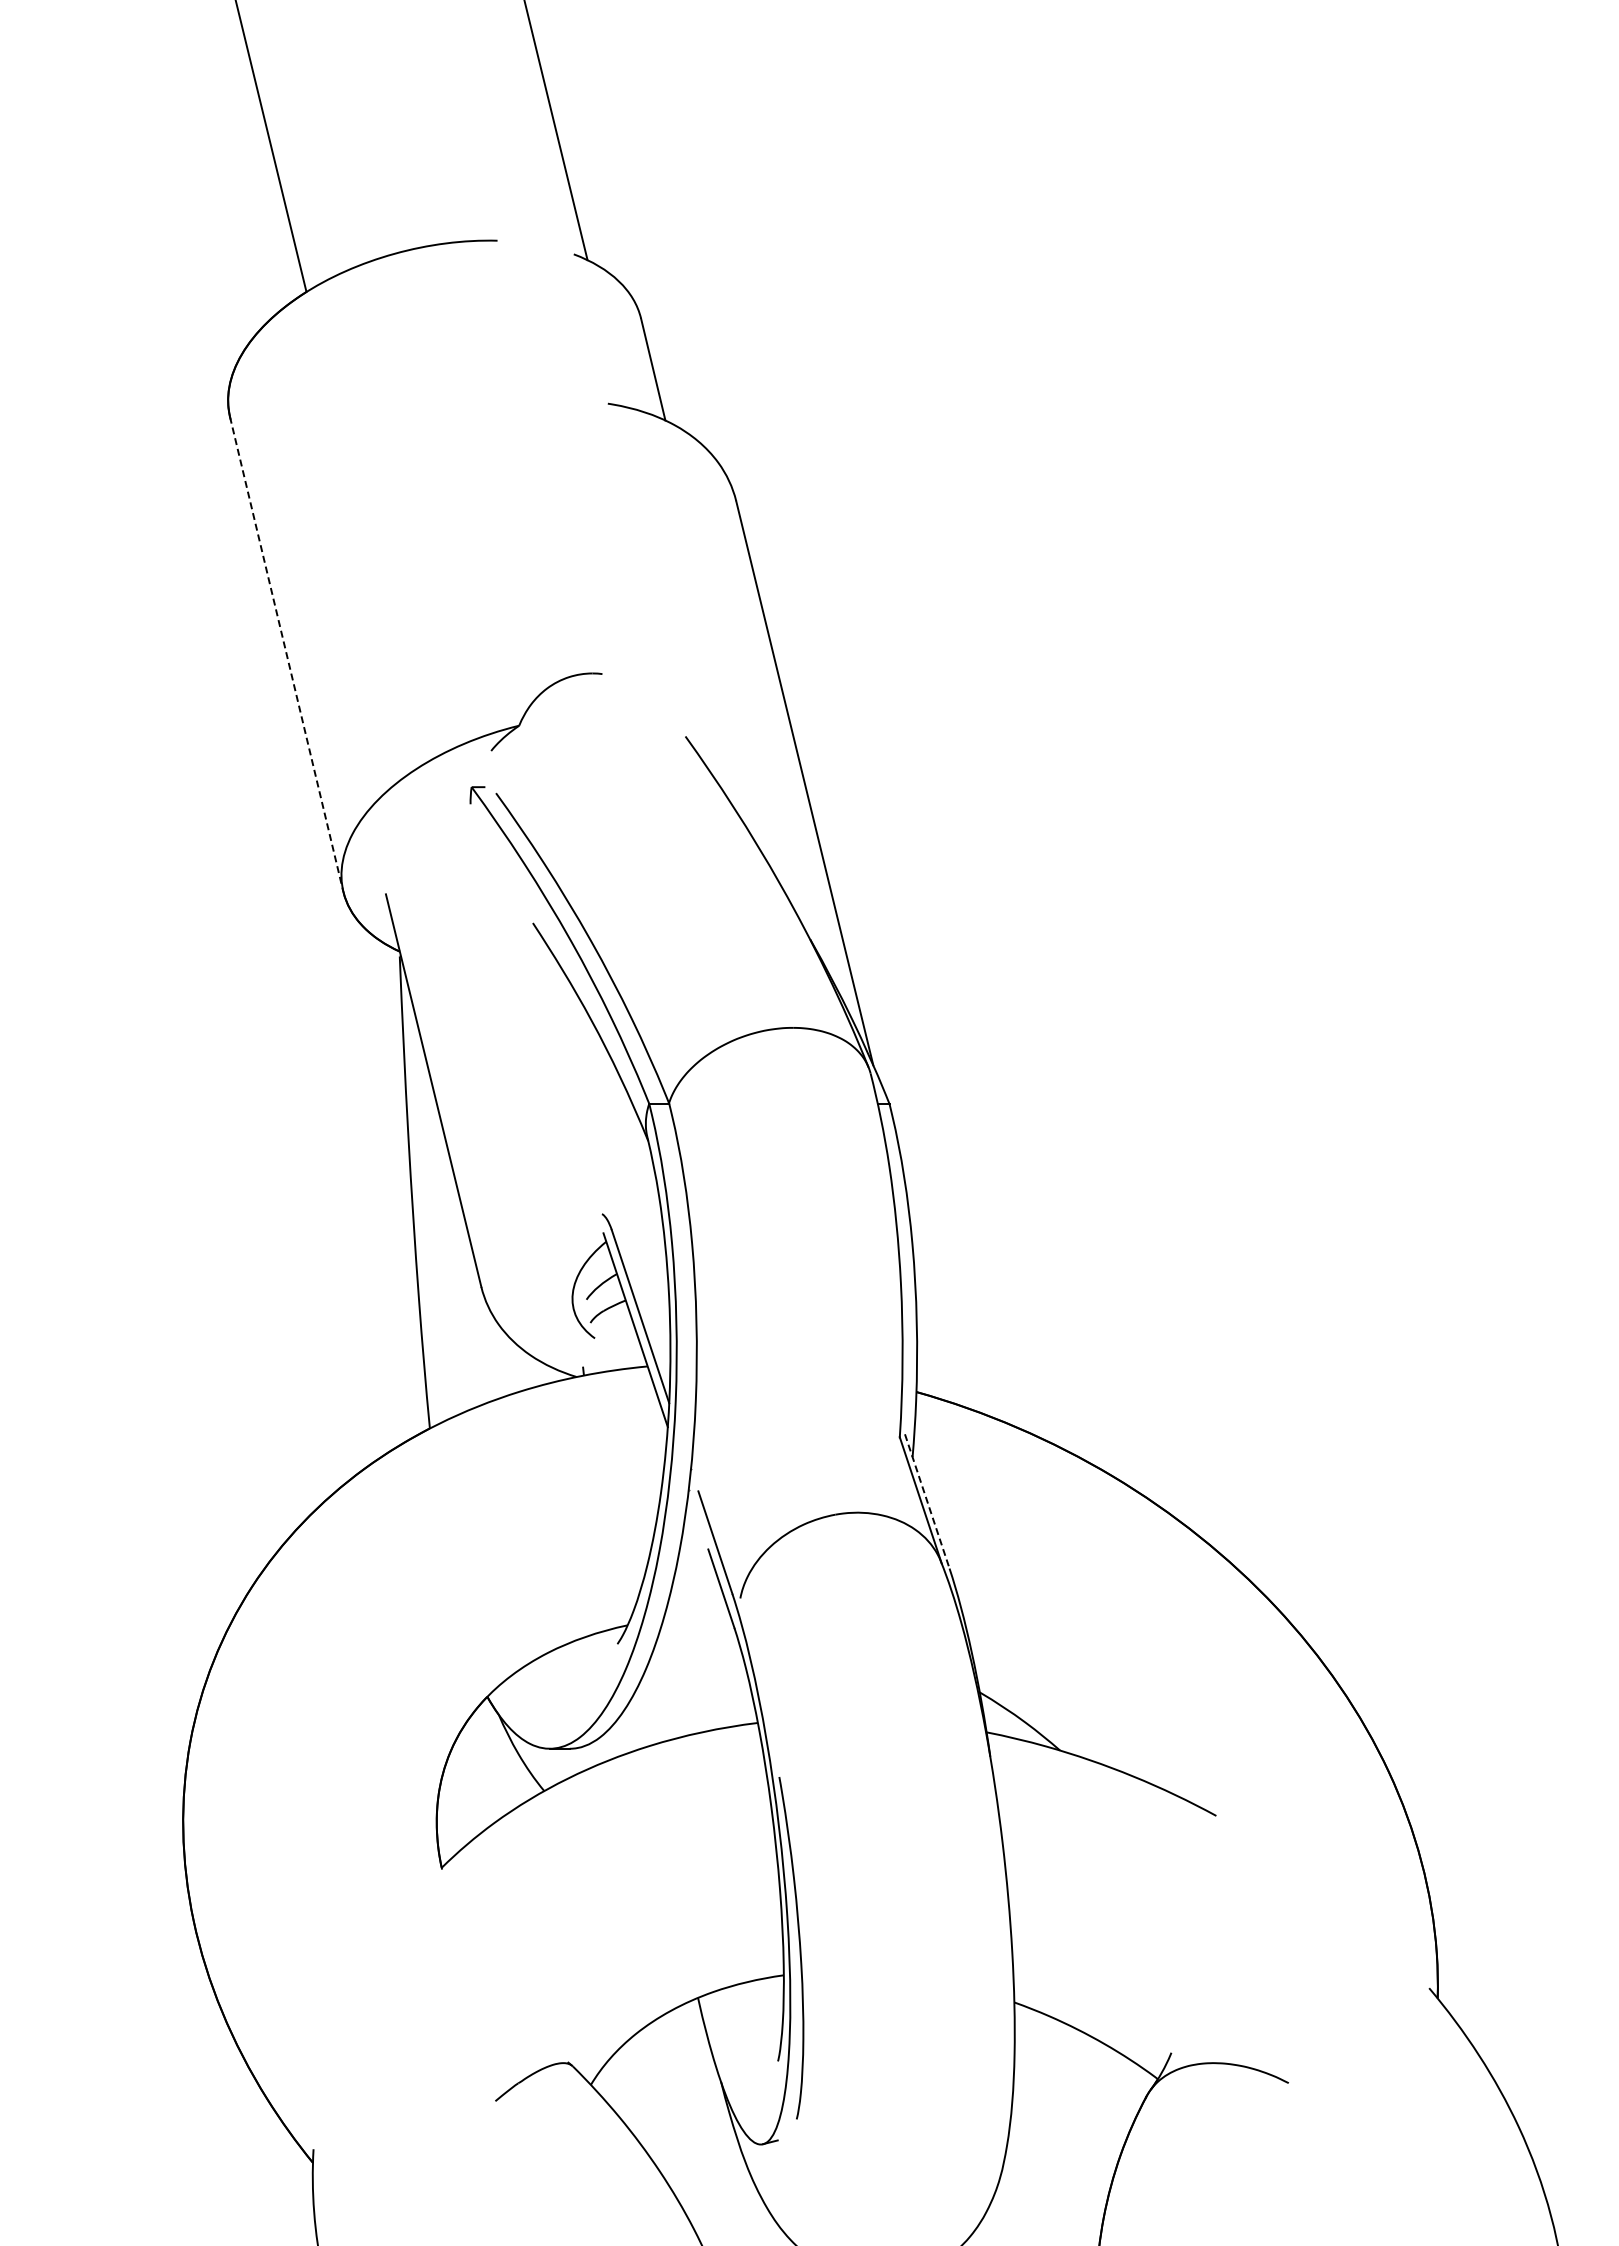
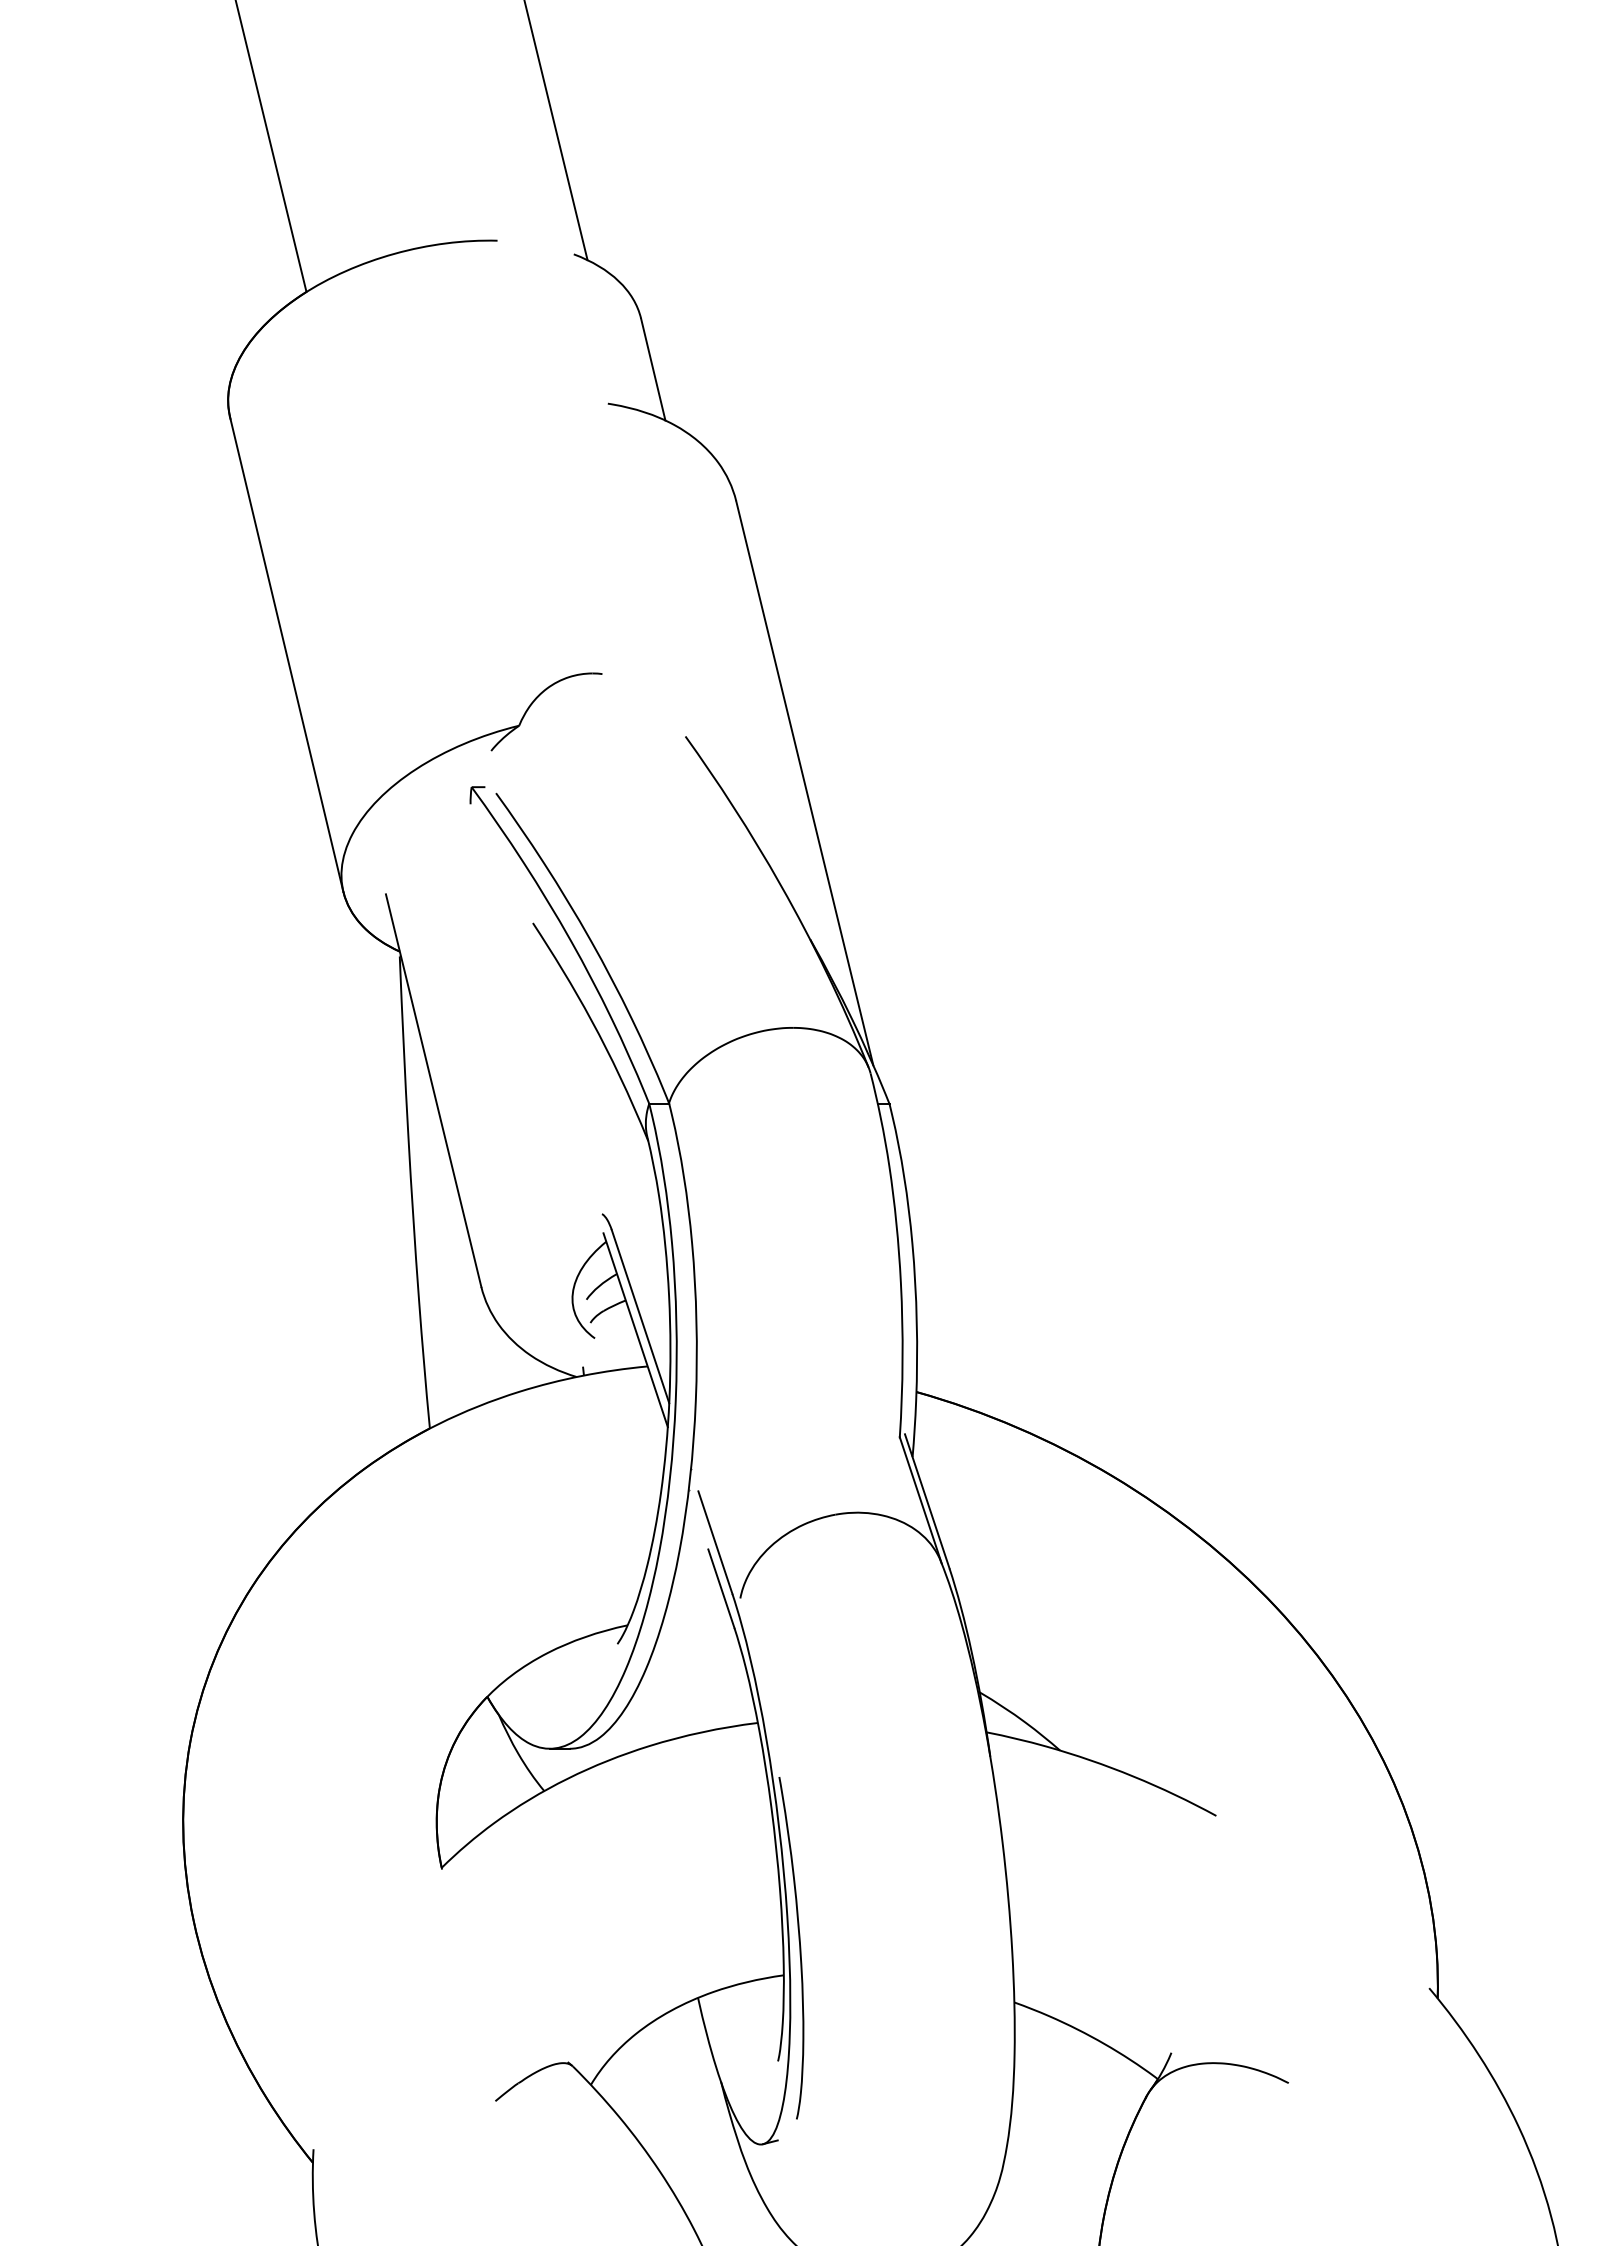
line at (286, 654): dashed -> solid
line at (927, 1501): dashed -> solid
